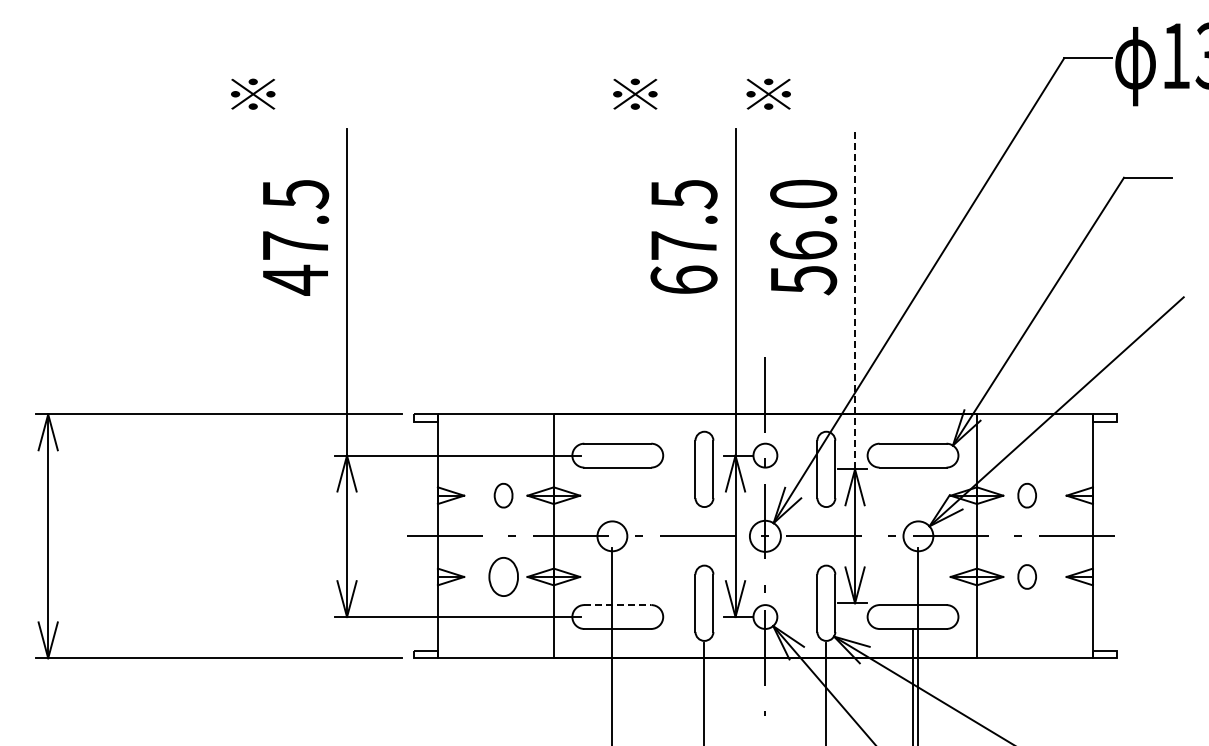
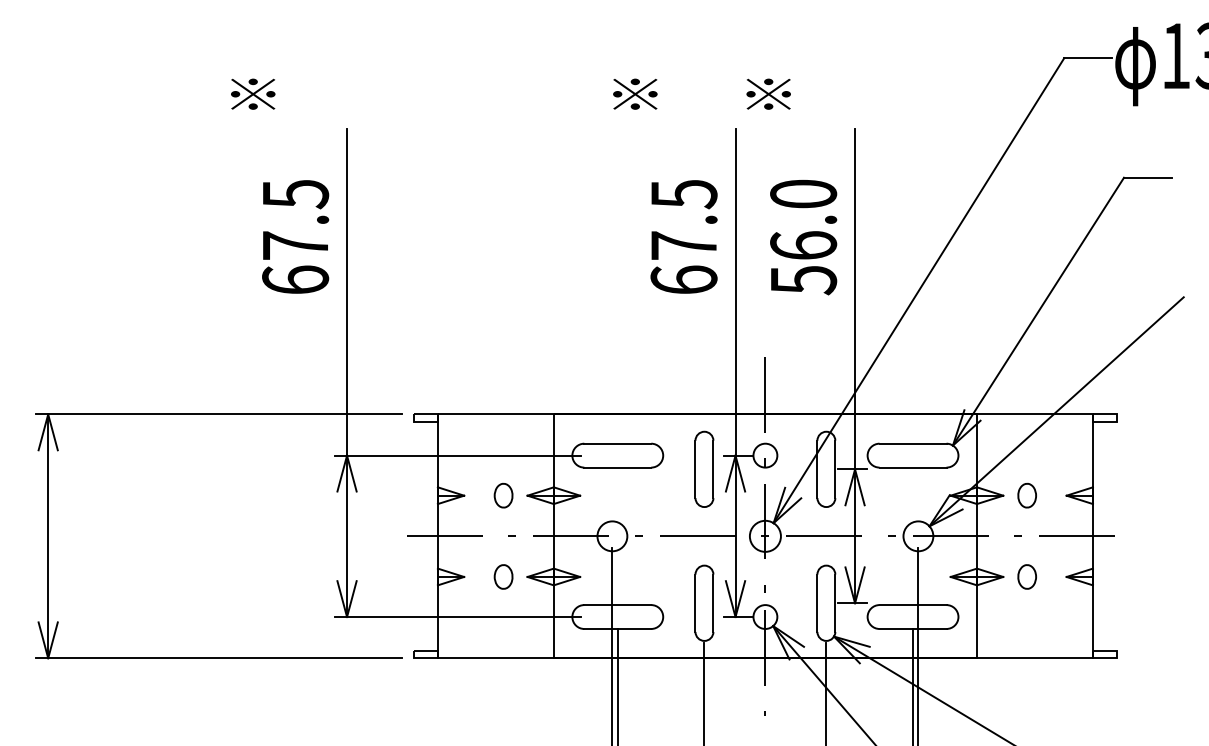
text at (295, 279): 47.5 -> 67.5
line at (855, 298): dashed -> solid
part at (503, 576) size: 31x40 px -> 21x26 px
line at (618, 605): dashed -> solid
line at (617, 685): none -> present
